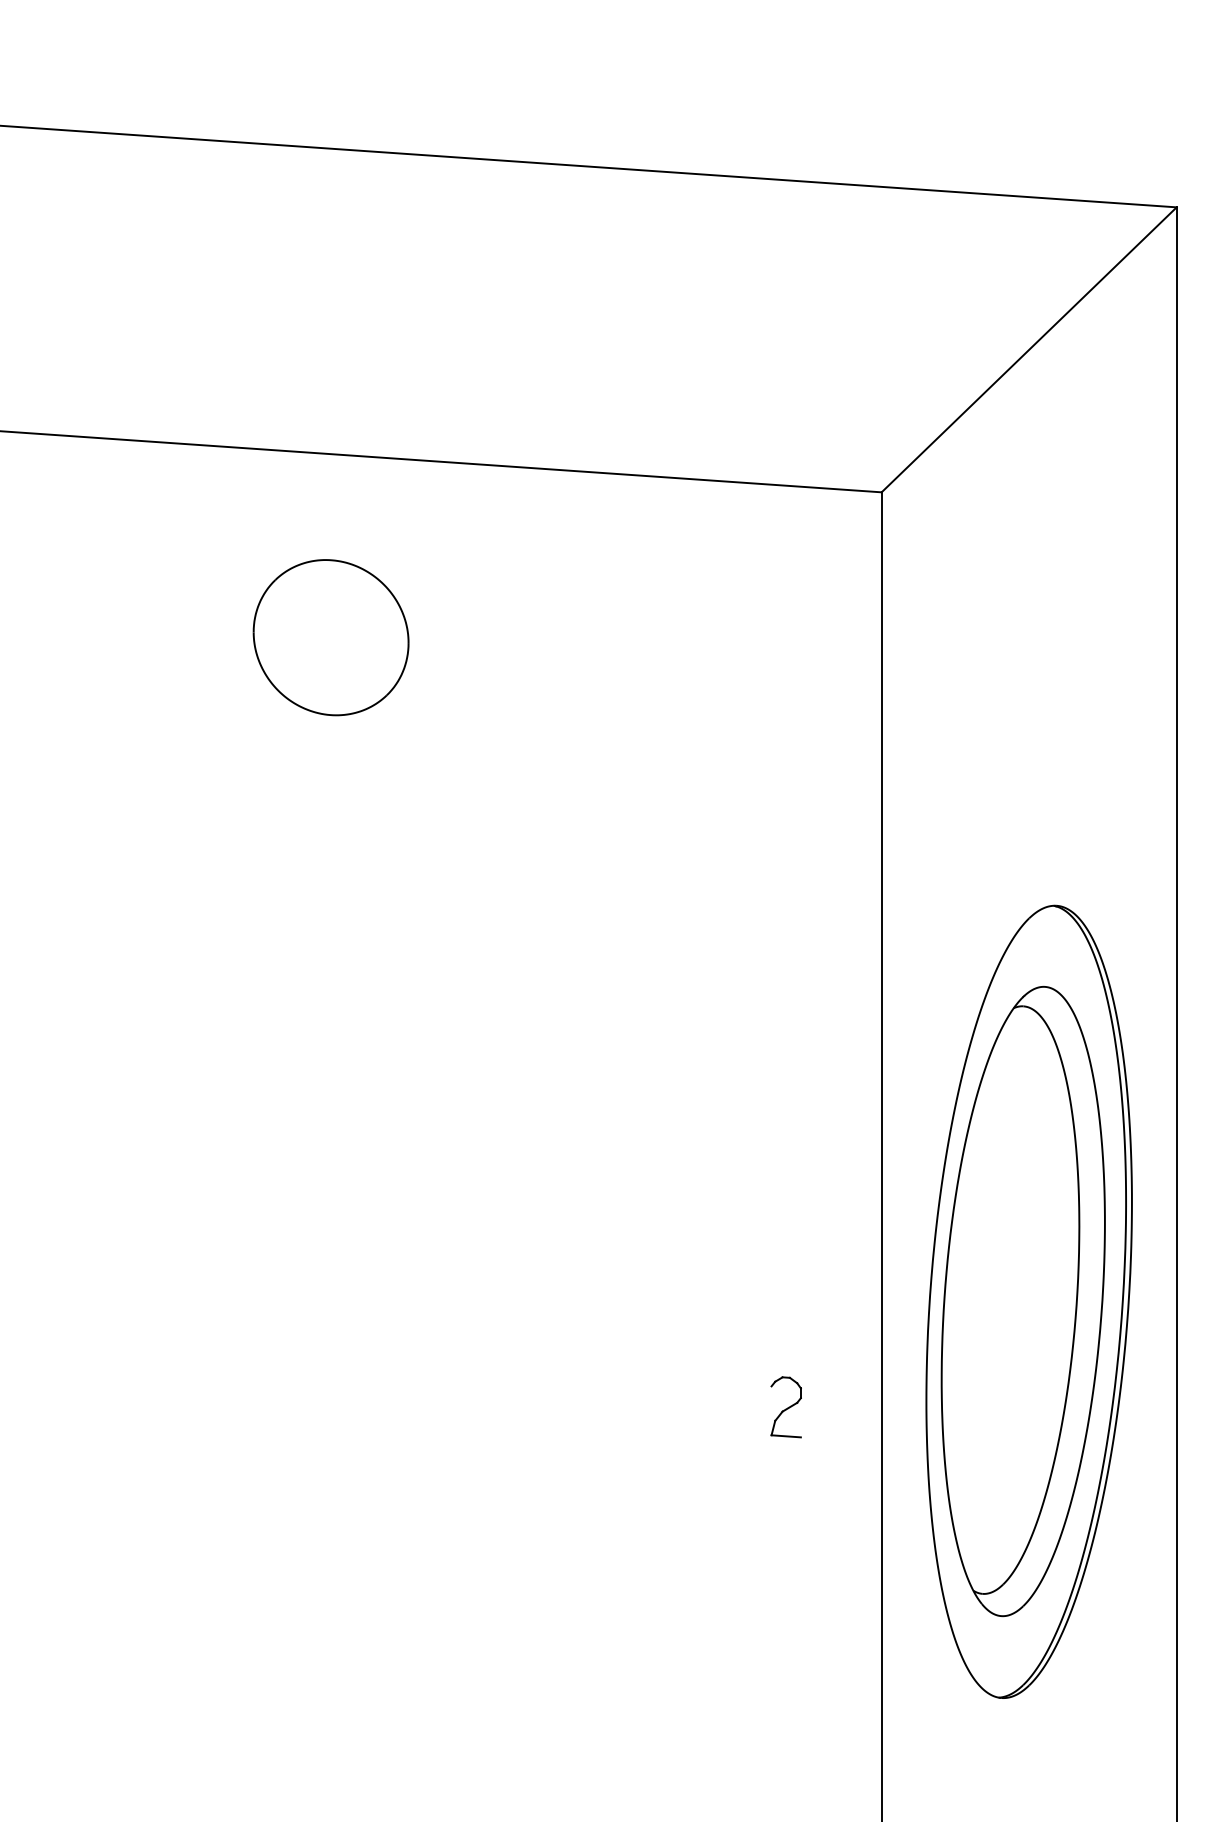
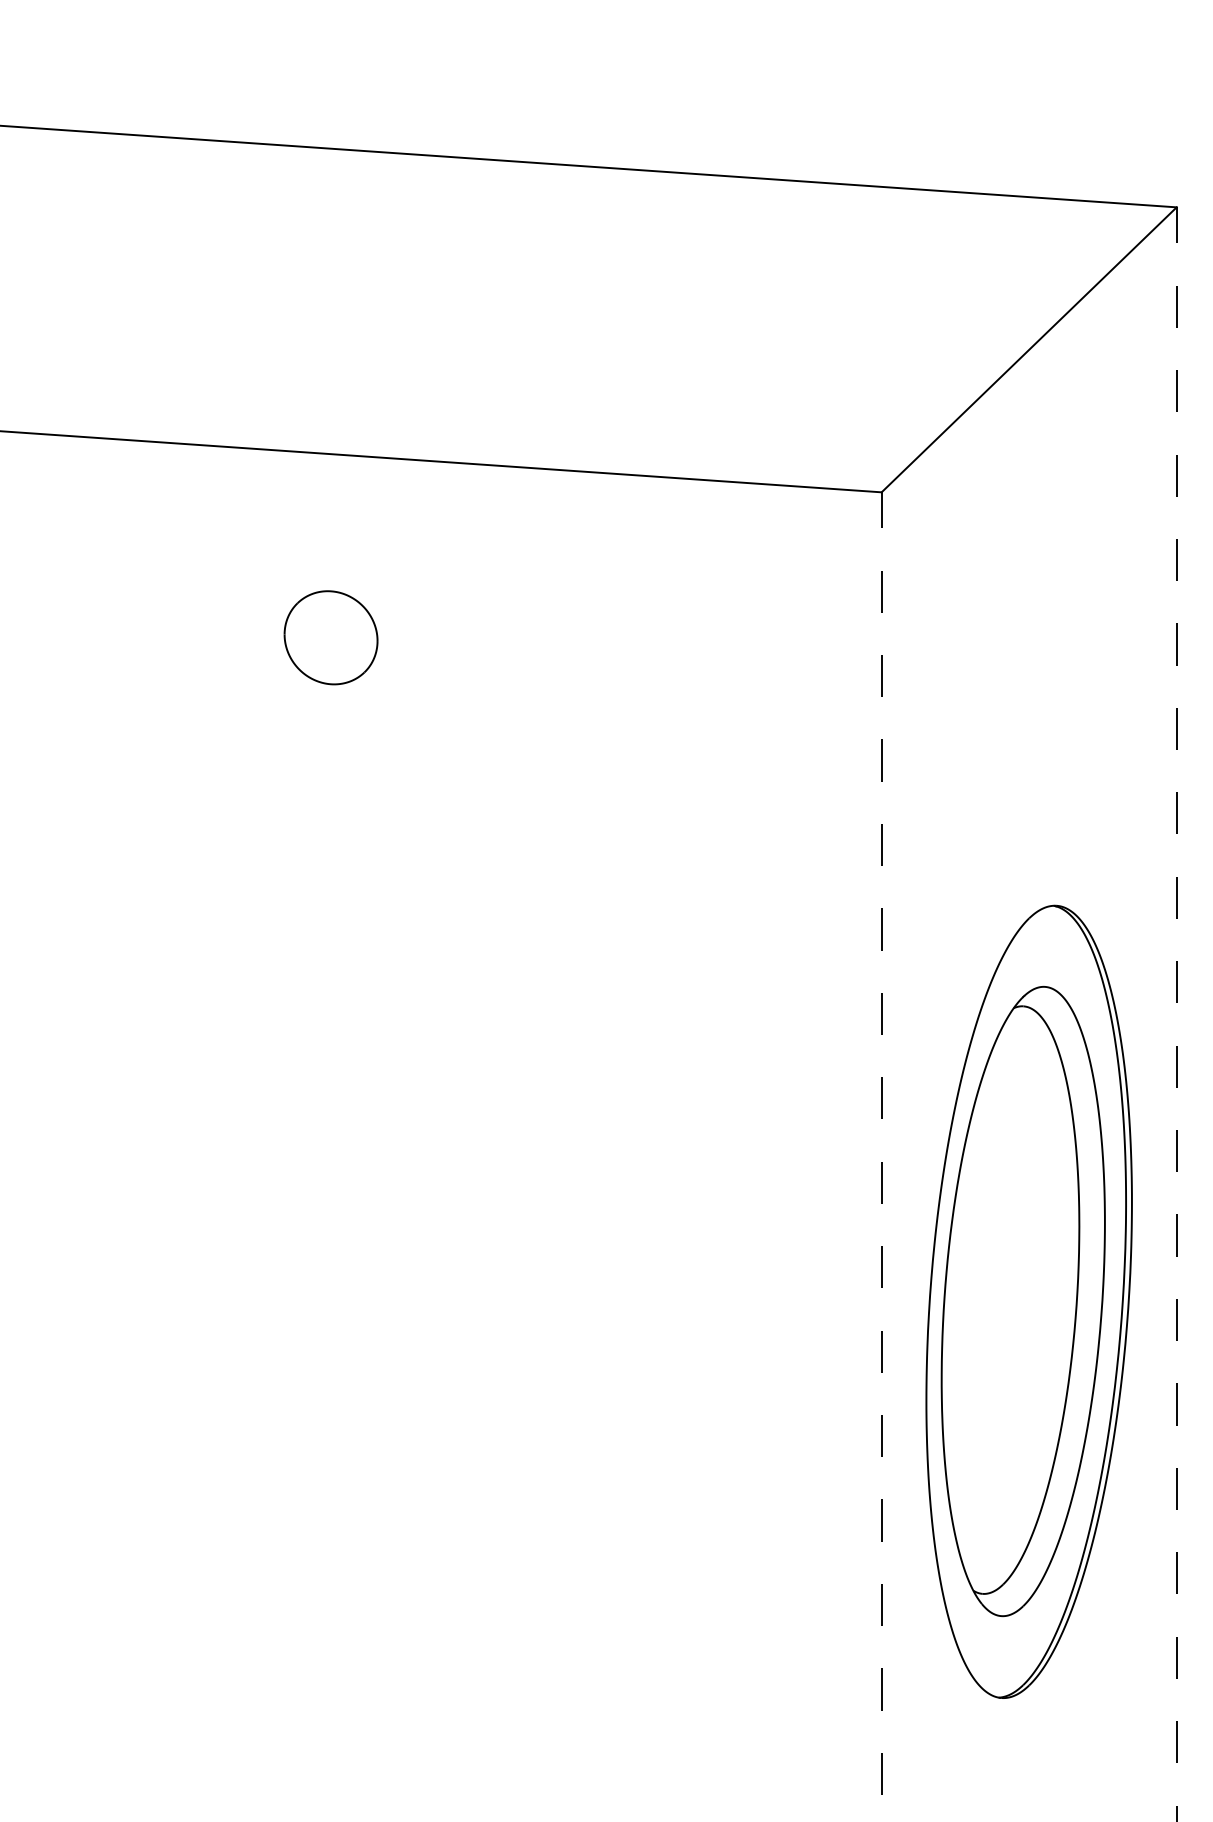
part at (330, 637) size: 158x158 px -> 96x96 px
line at (1176, 1014): solid -> dashed
line at (881, 1157): solid -> dashed
part at (785, 1407): present -> none
